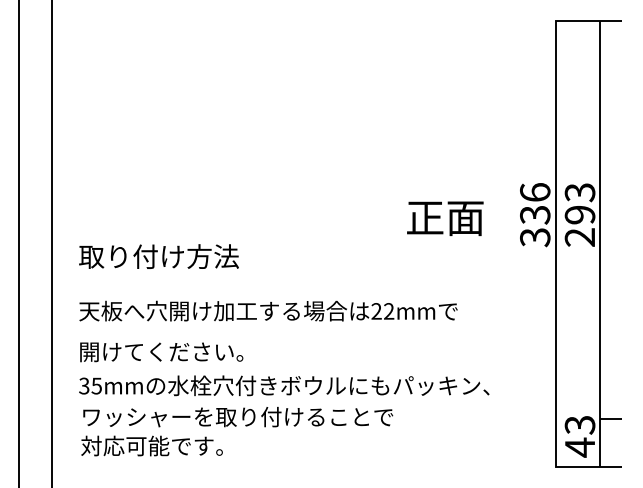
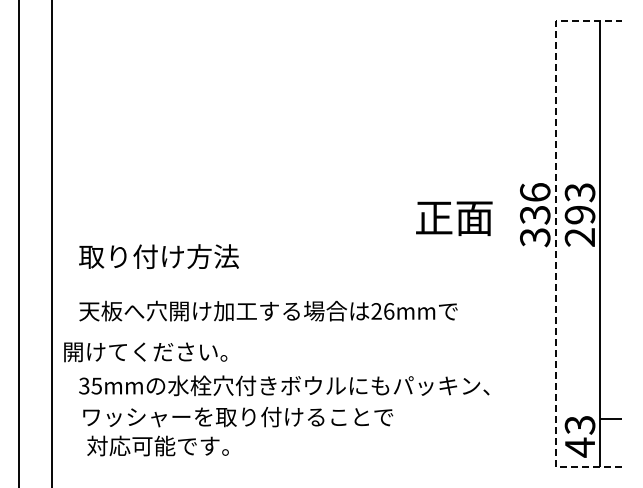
text at (445, 218) position: (445, 218) -> (454, 218)
line at (556, 243): solid -> dashed
text at (389, 311): 22mm -> 26mm
text at (161, 352) position: (161, 352) -> (145, 352)
text at (151, 445) position: (151, 445) -> (157, 445)
